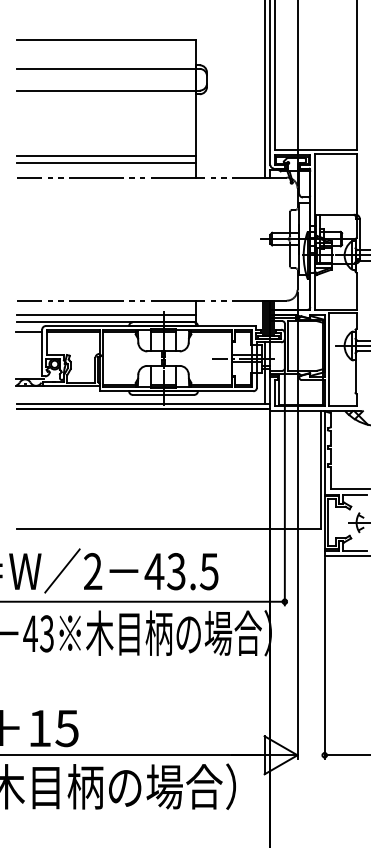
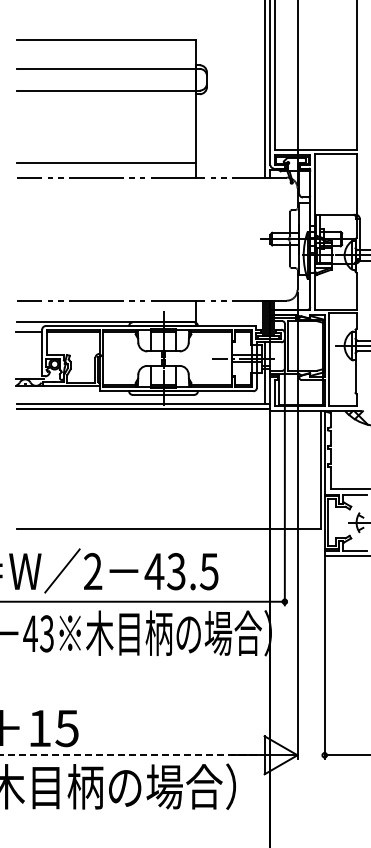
line at (106, 155): present -> none
line at (106, 315): present -> none
line at (130, 755): solid -> dashed
